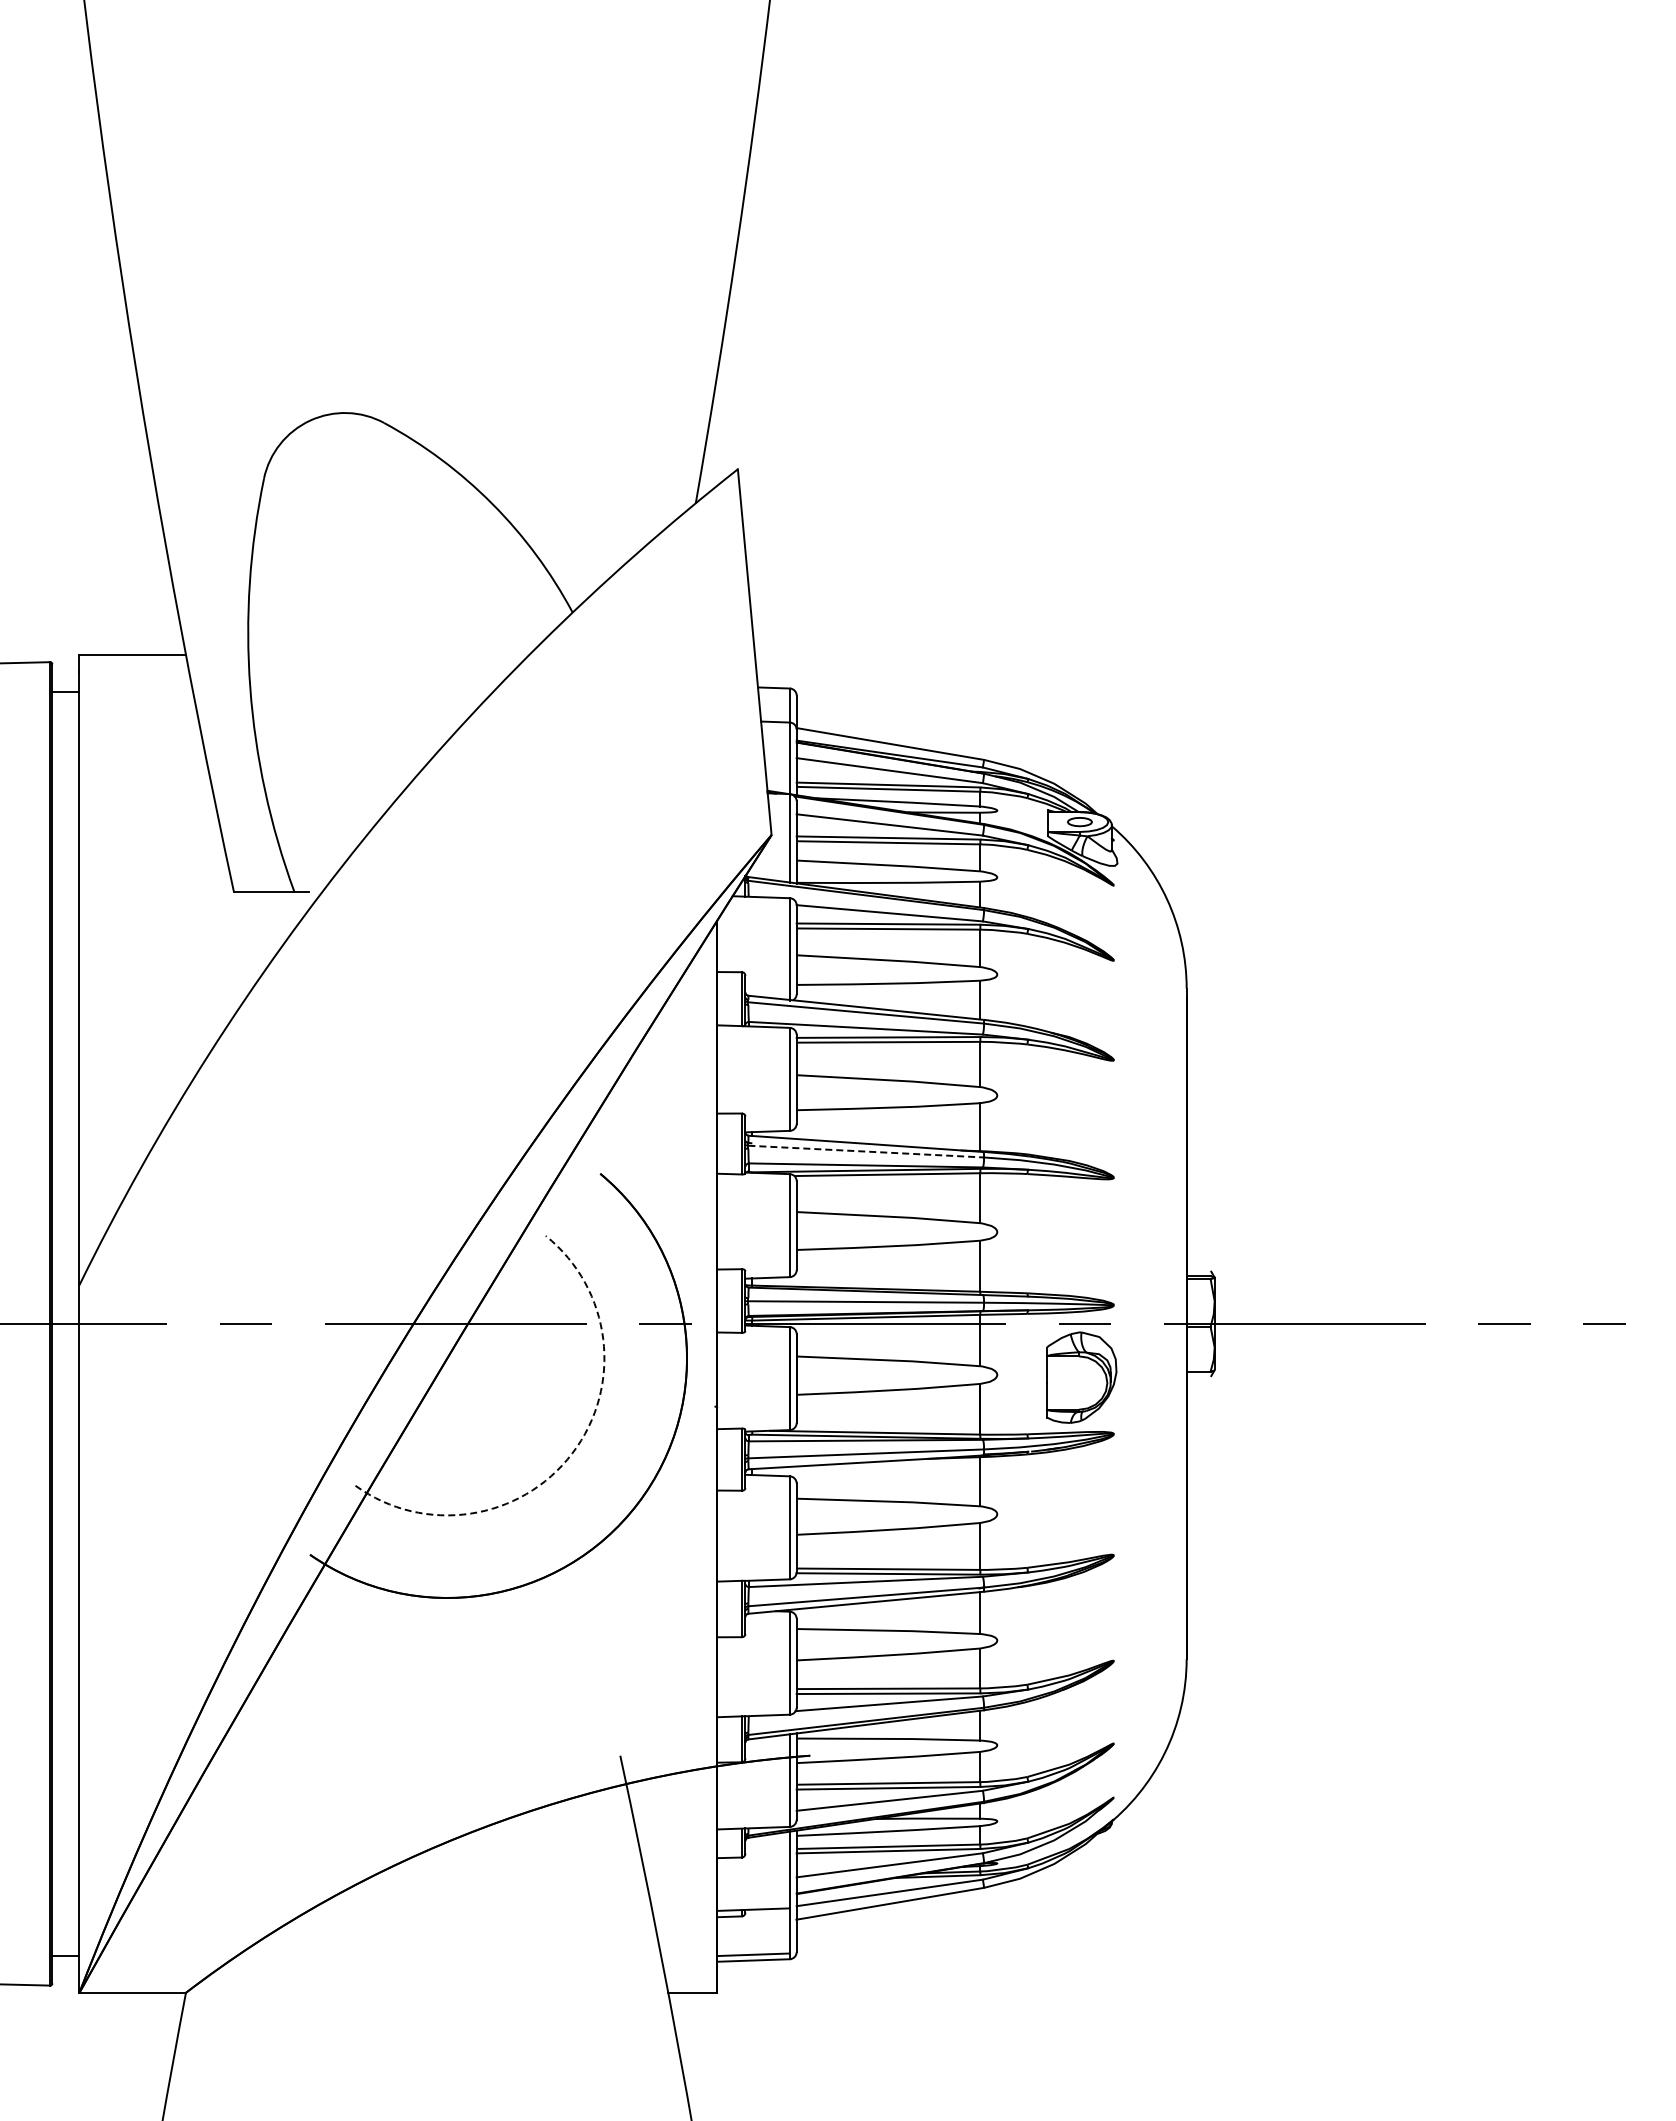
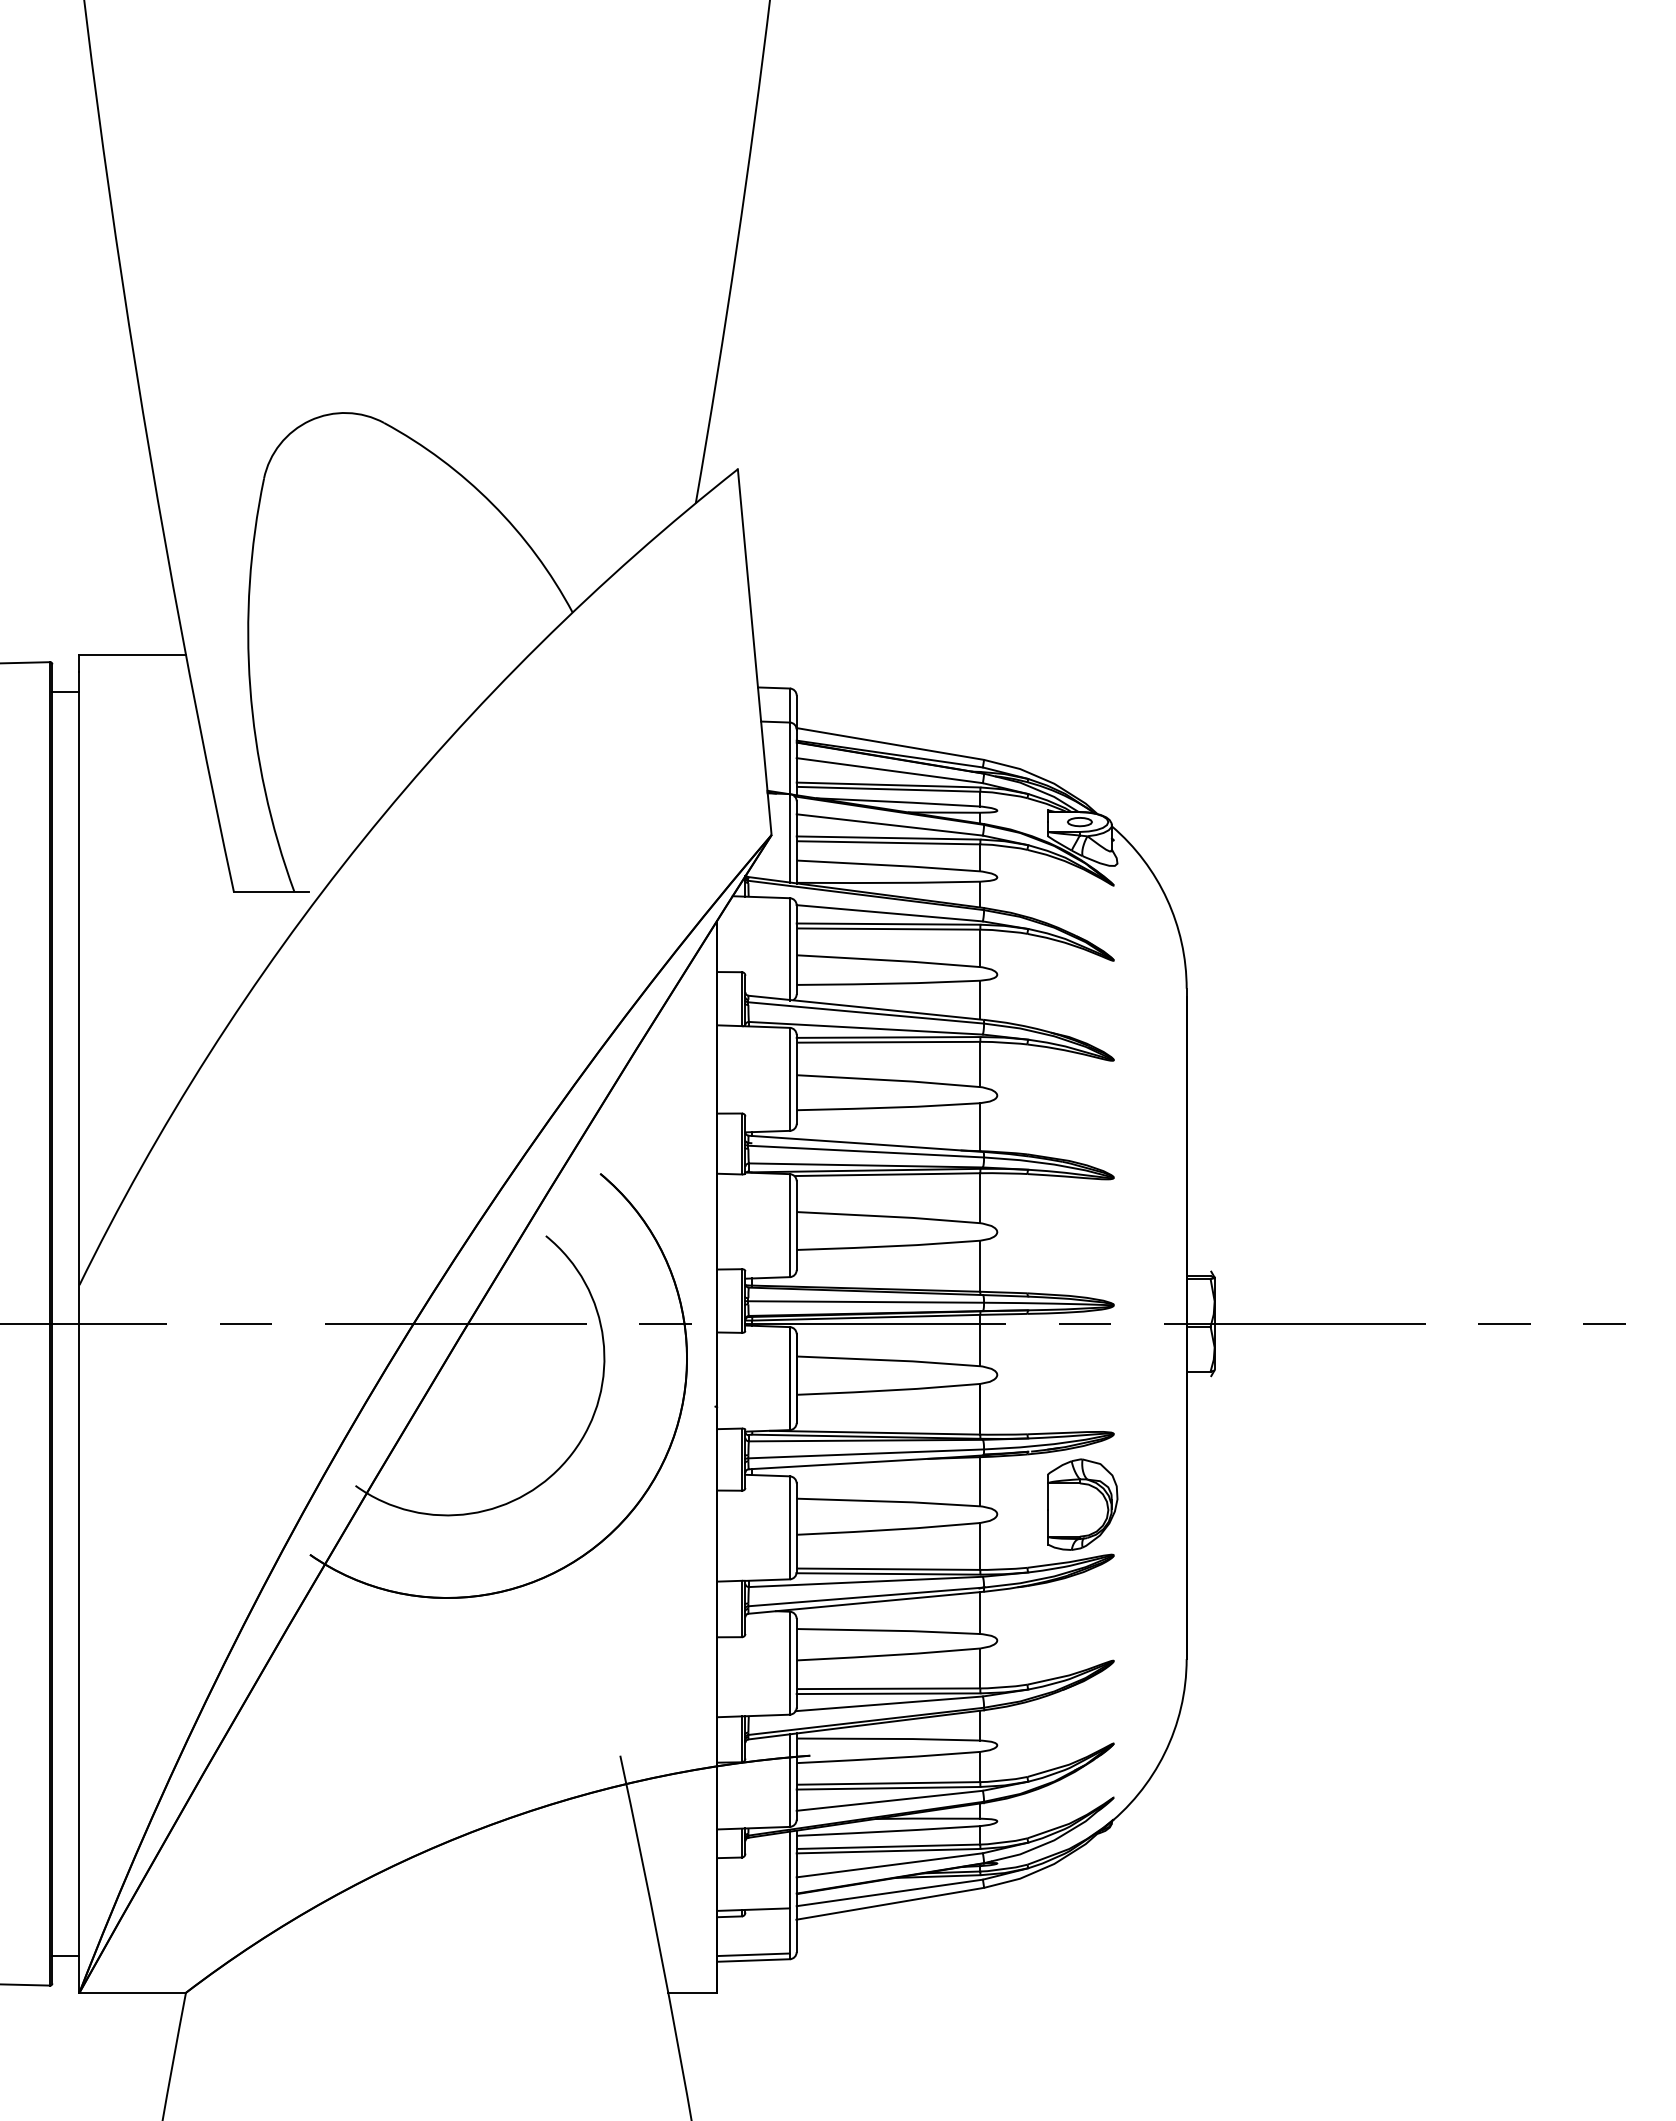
line at (866, 1151): dashed -> solid
part at (1081, 1377) position: (1081, 1377) -> (1082, 1504)
arc at (572, 1453): dashed -> solid
